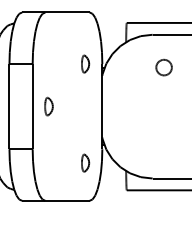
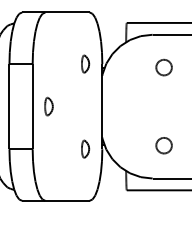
part at (163, 145): none -> present
part at (85, 162) position: (85, 162) -> (85, 148)
